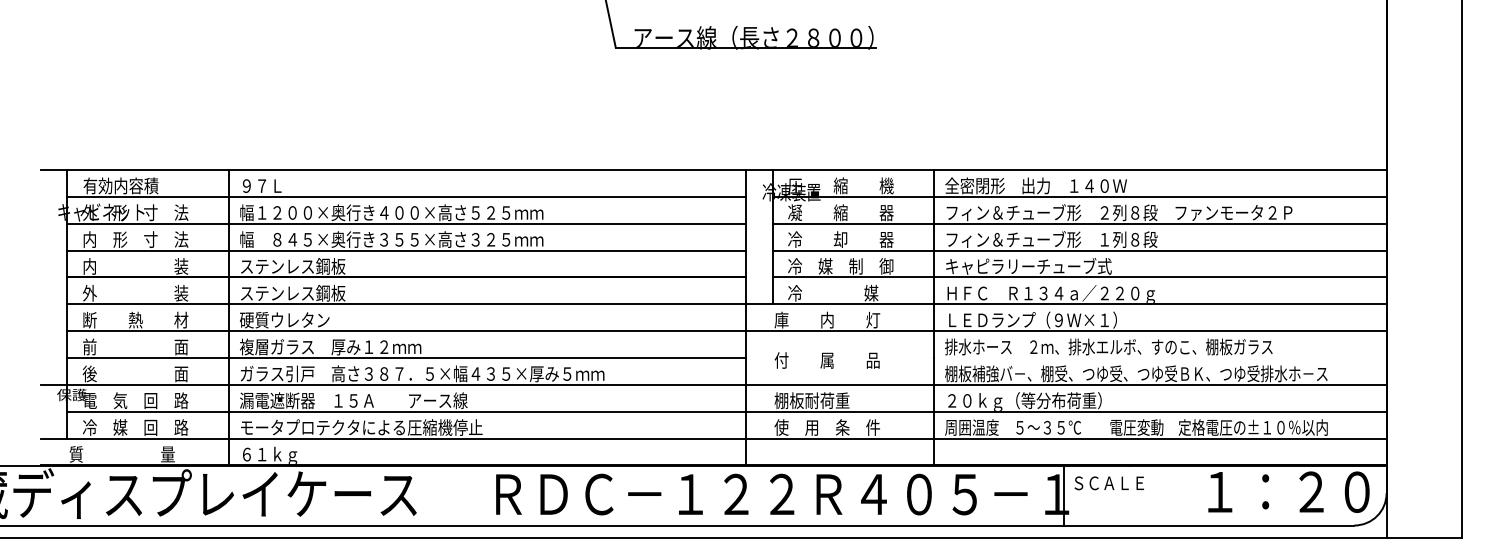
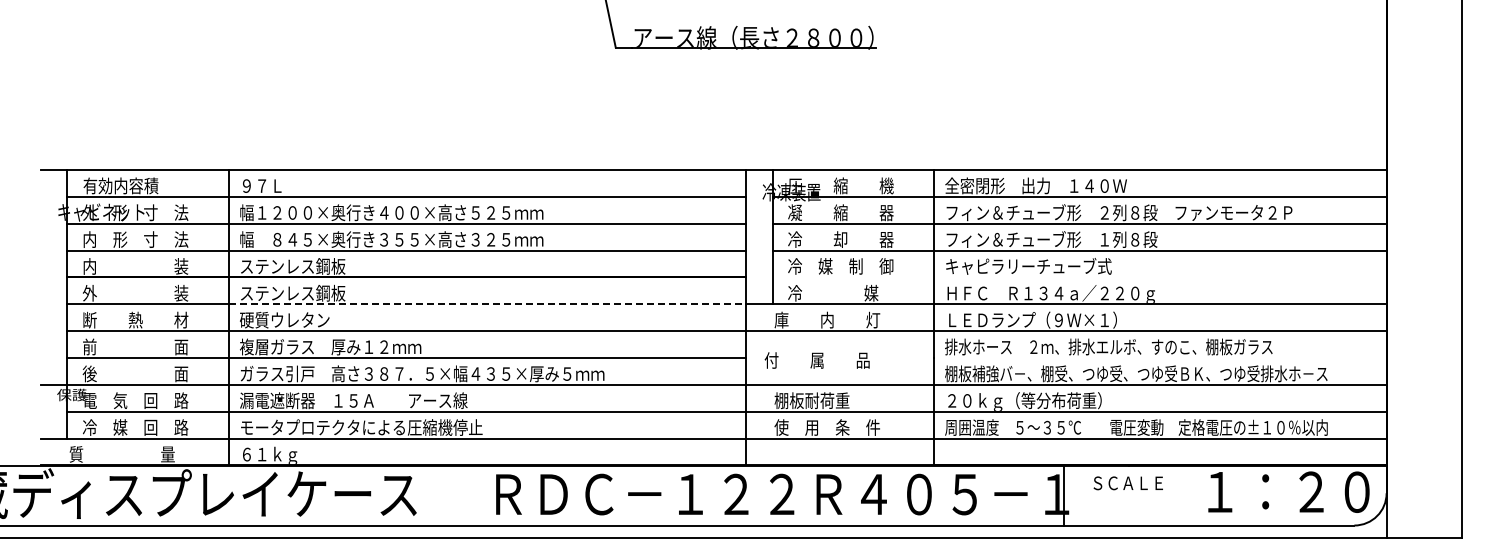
line at (1079, 277): present -> none
line at (487, 304): solid -> dashed
text at (826, 360) position: (826, 360) -> (816, 360)
text at (1108, 483) position: (1108, 483) -> (1127, 483)
